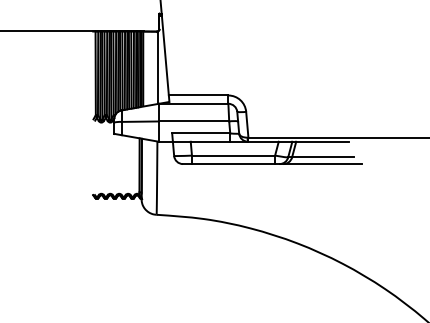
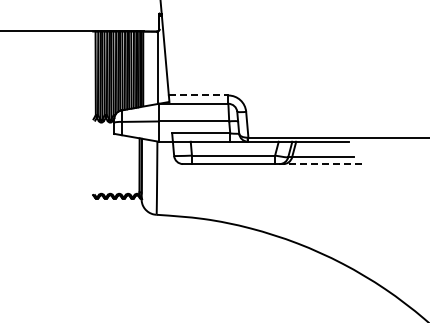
line at (198, 95): solid -> dashed
line at (322, 164): solid -> dashed
